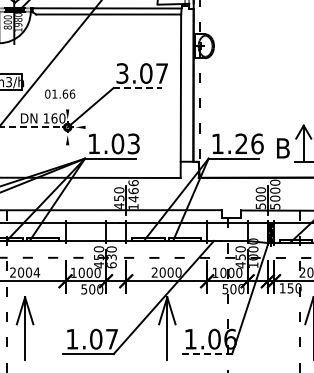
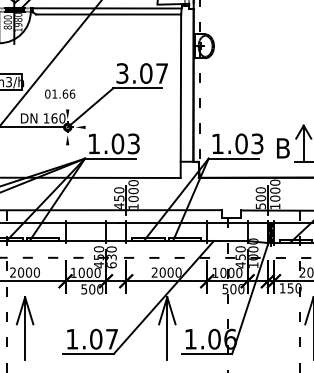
line at (138, 88): dashed -> solid
line at (32, 127): dashed -> solid
text at (249, 143): 1.26 -> 1.03
text at (133, 191): 1466 -> 1000
text at (275, 206): 5000 -> 1000
text at (36, 272): 2004 -> 2000
line at (207, 353): dashed -> solid
